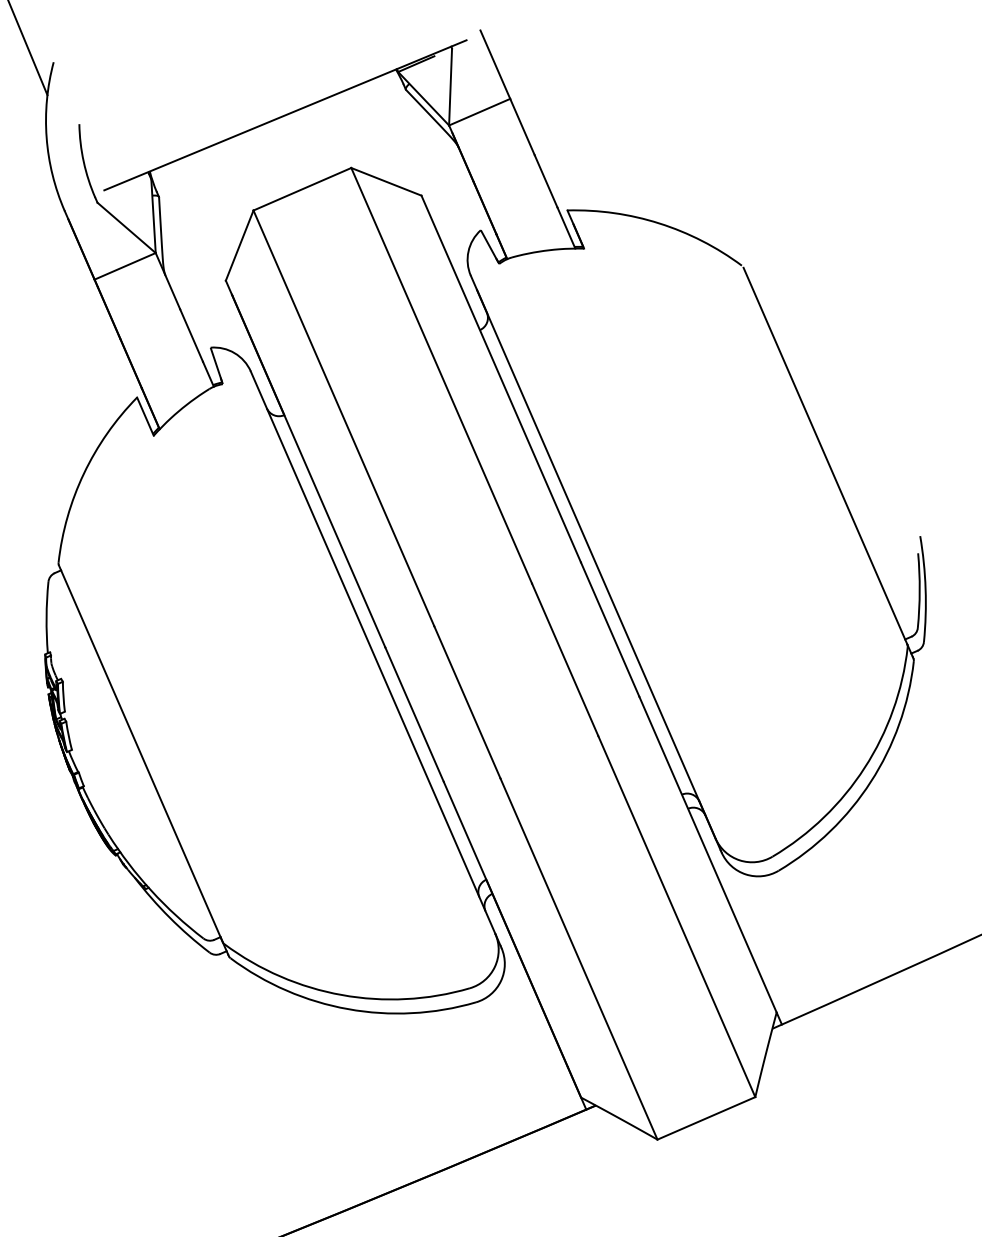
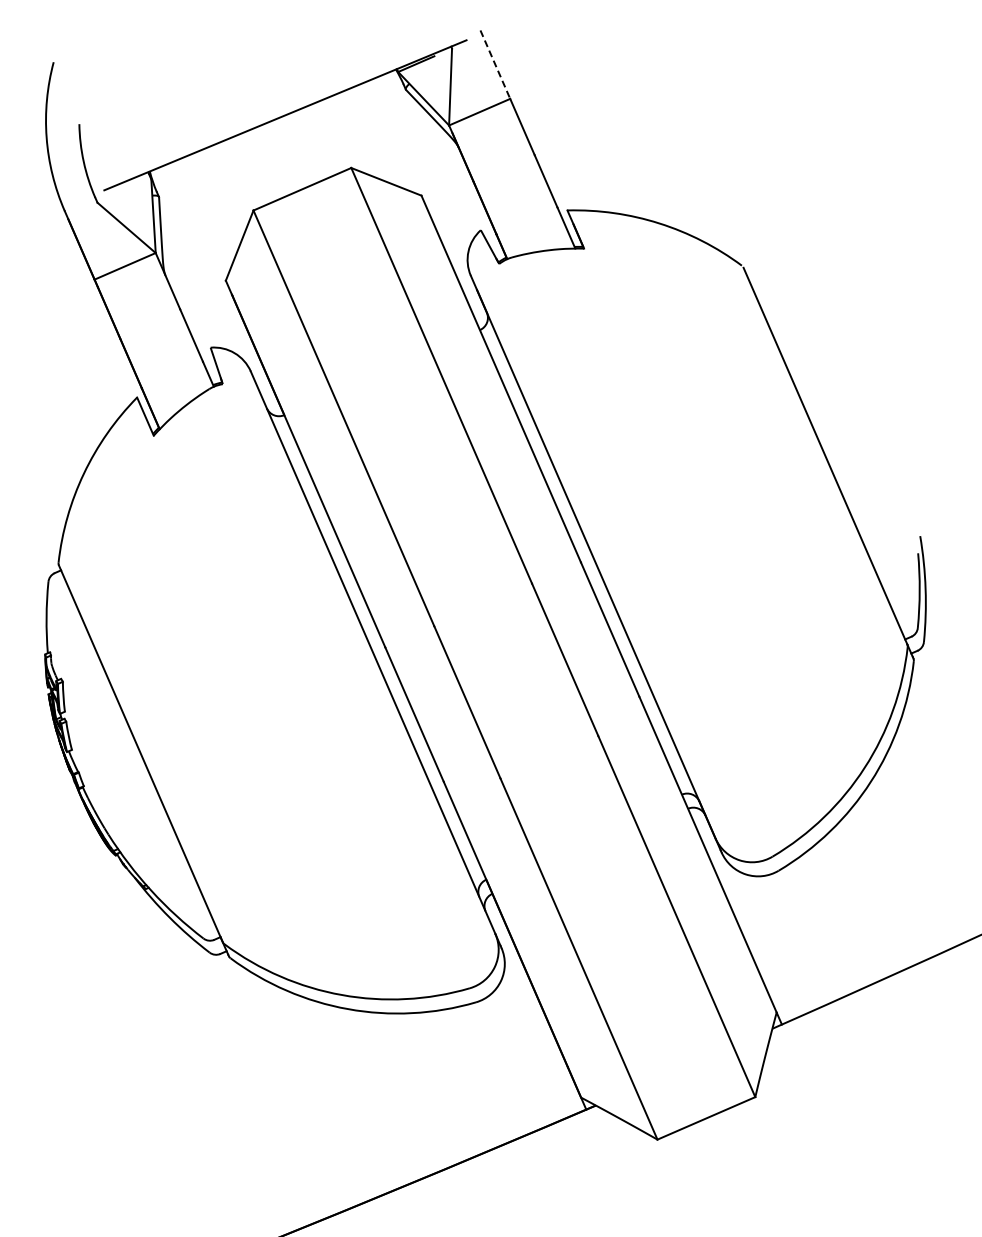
line at (28, 48): present -> none
line at (495, 65): solid -> dashed
